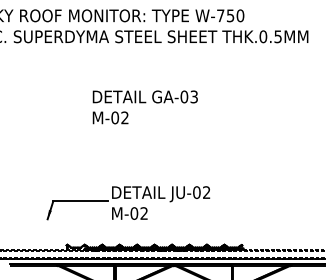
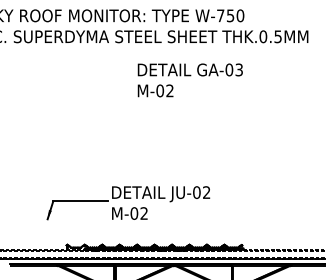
text at (144, 107) position: (144, 107) -> (189, 80)
